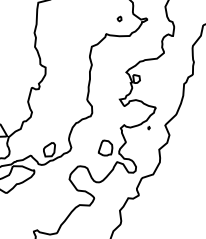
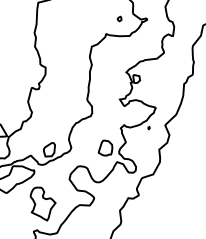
part at (42, 203): none -> present
